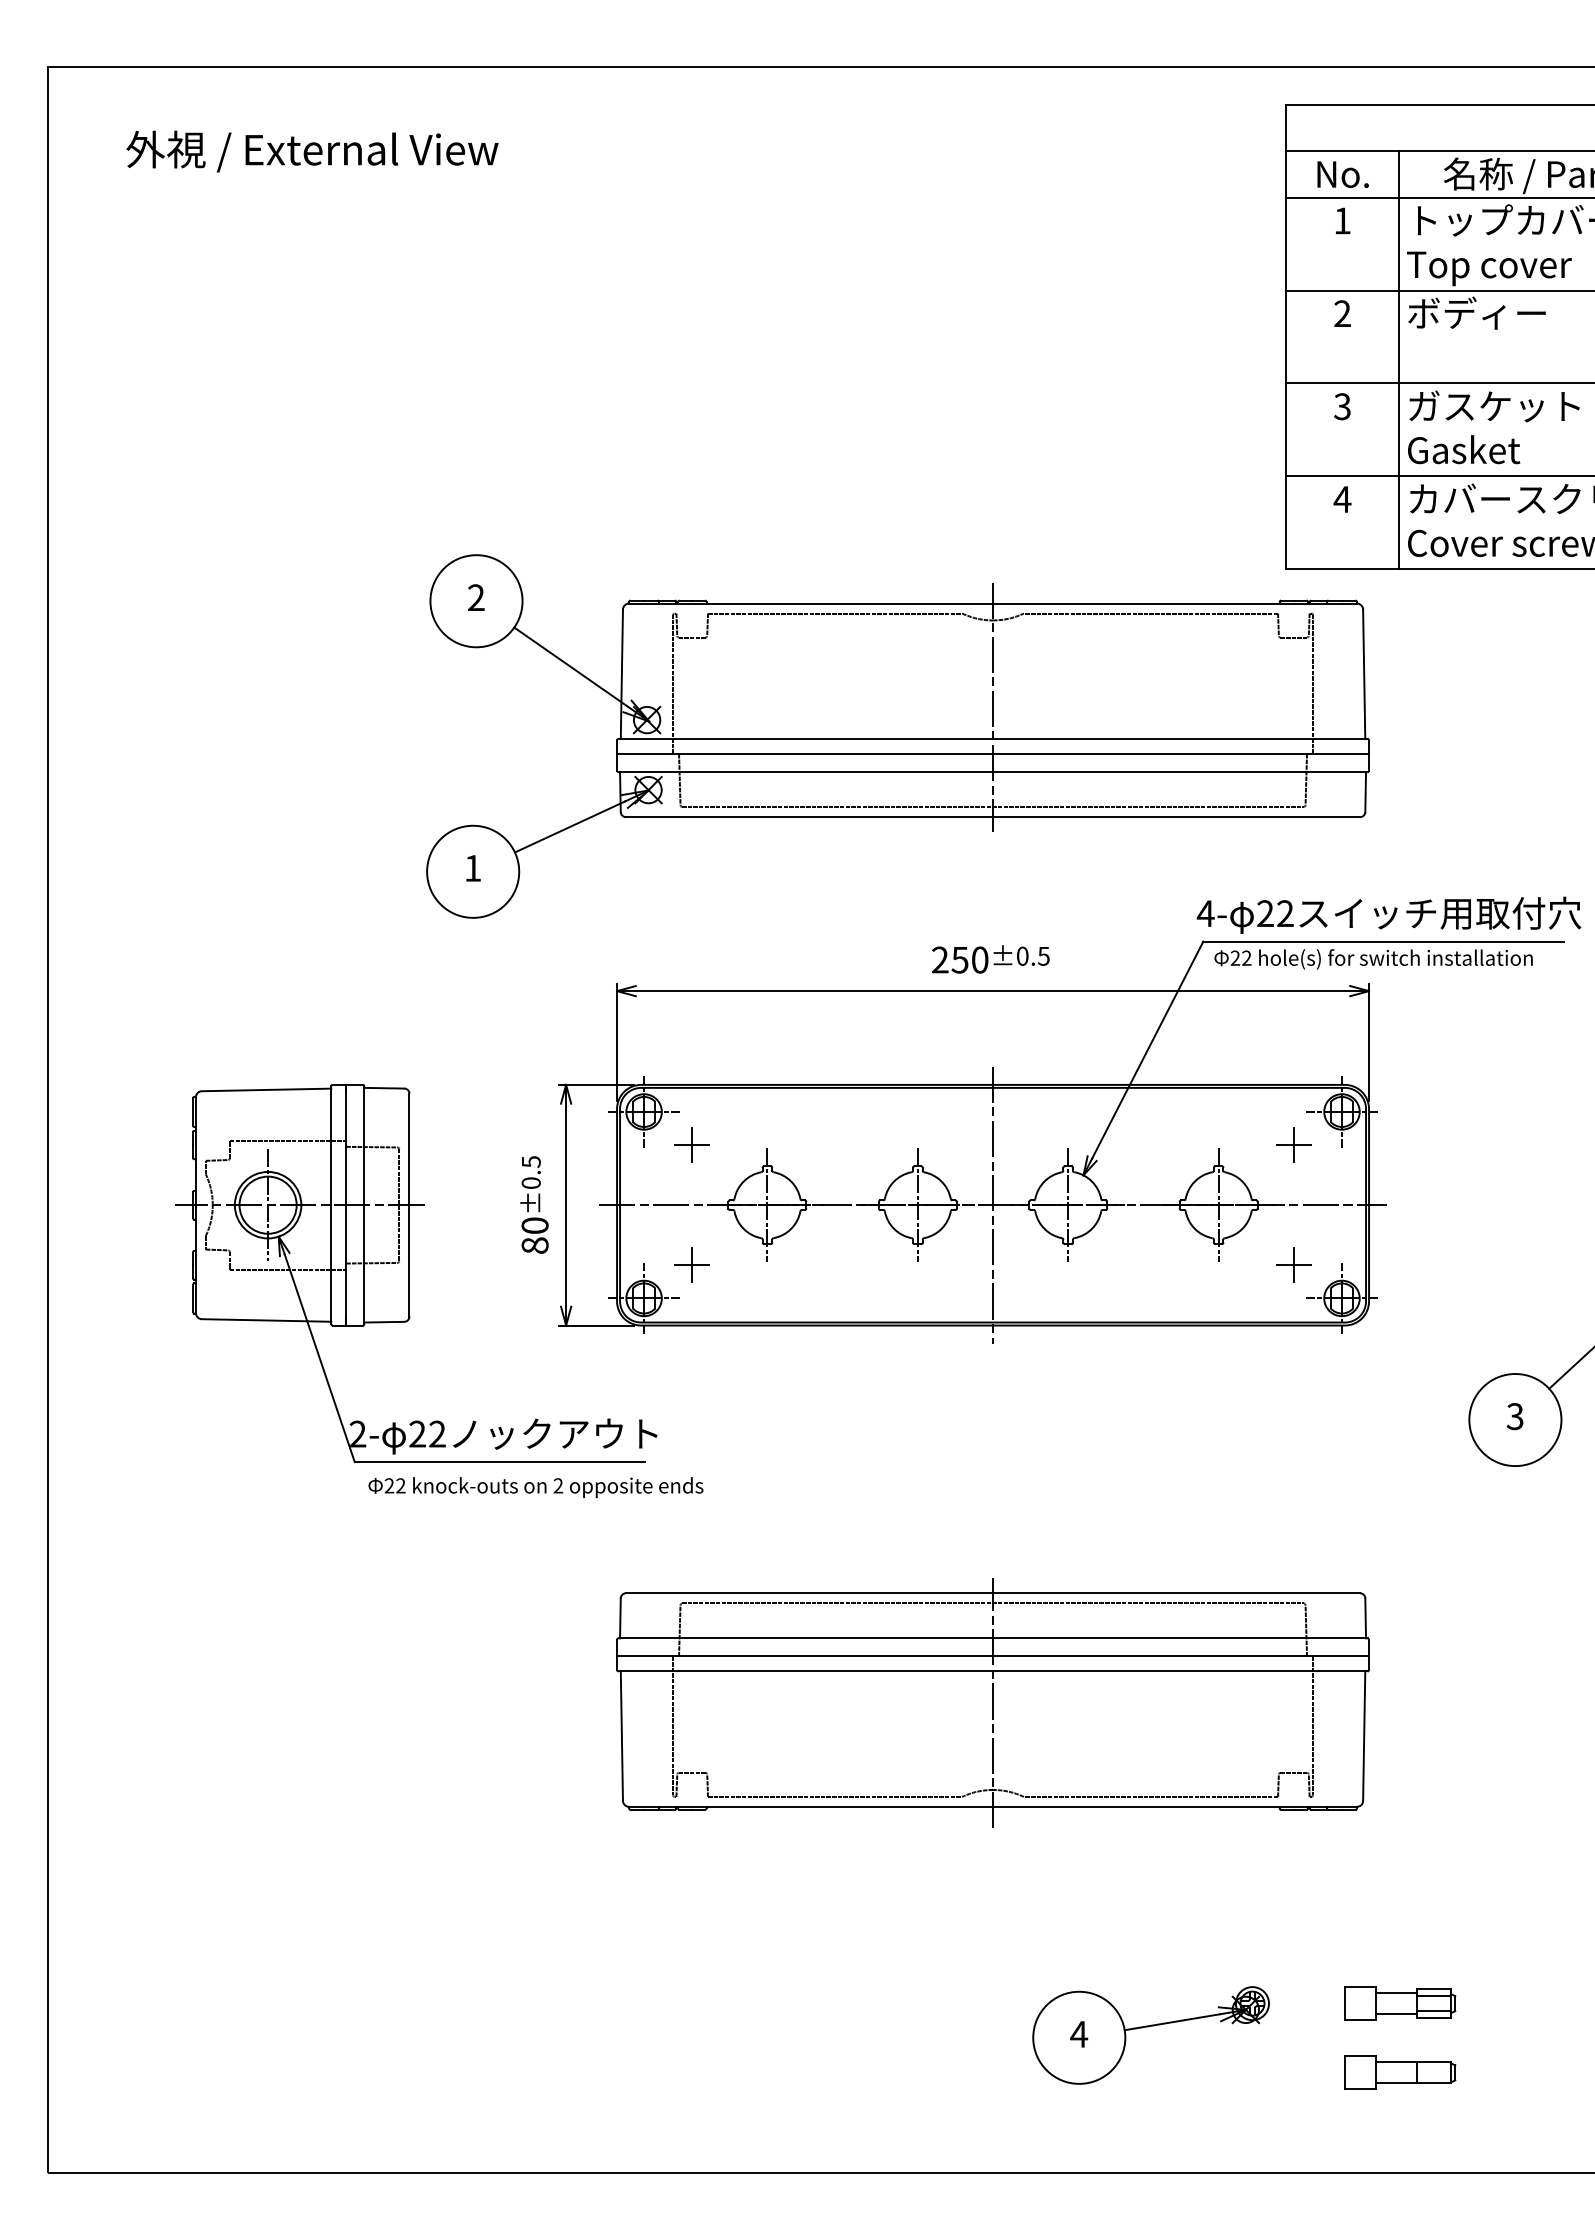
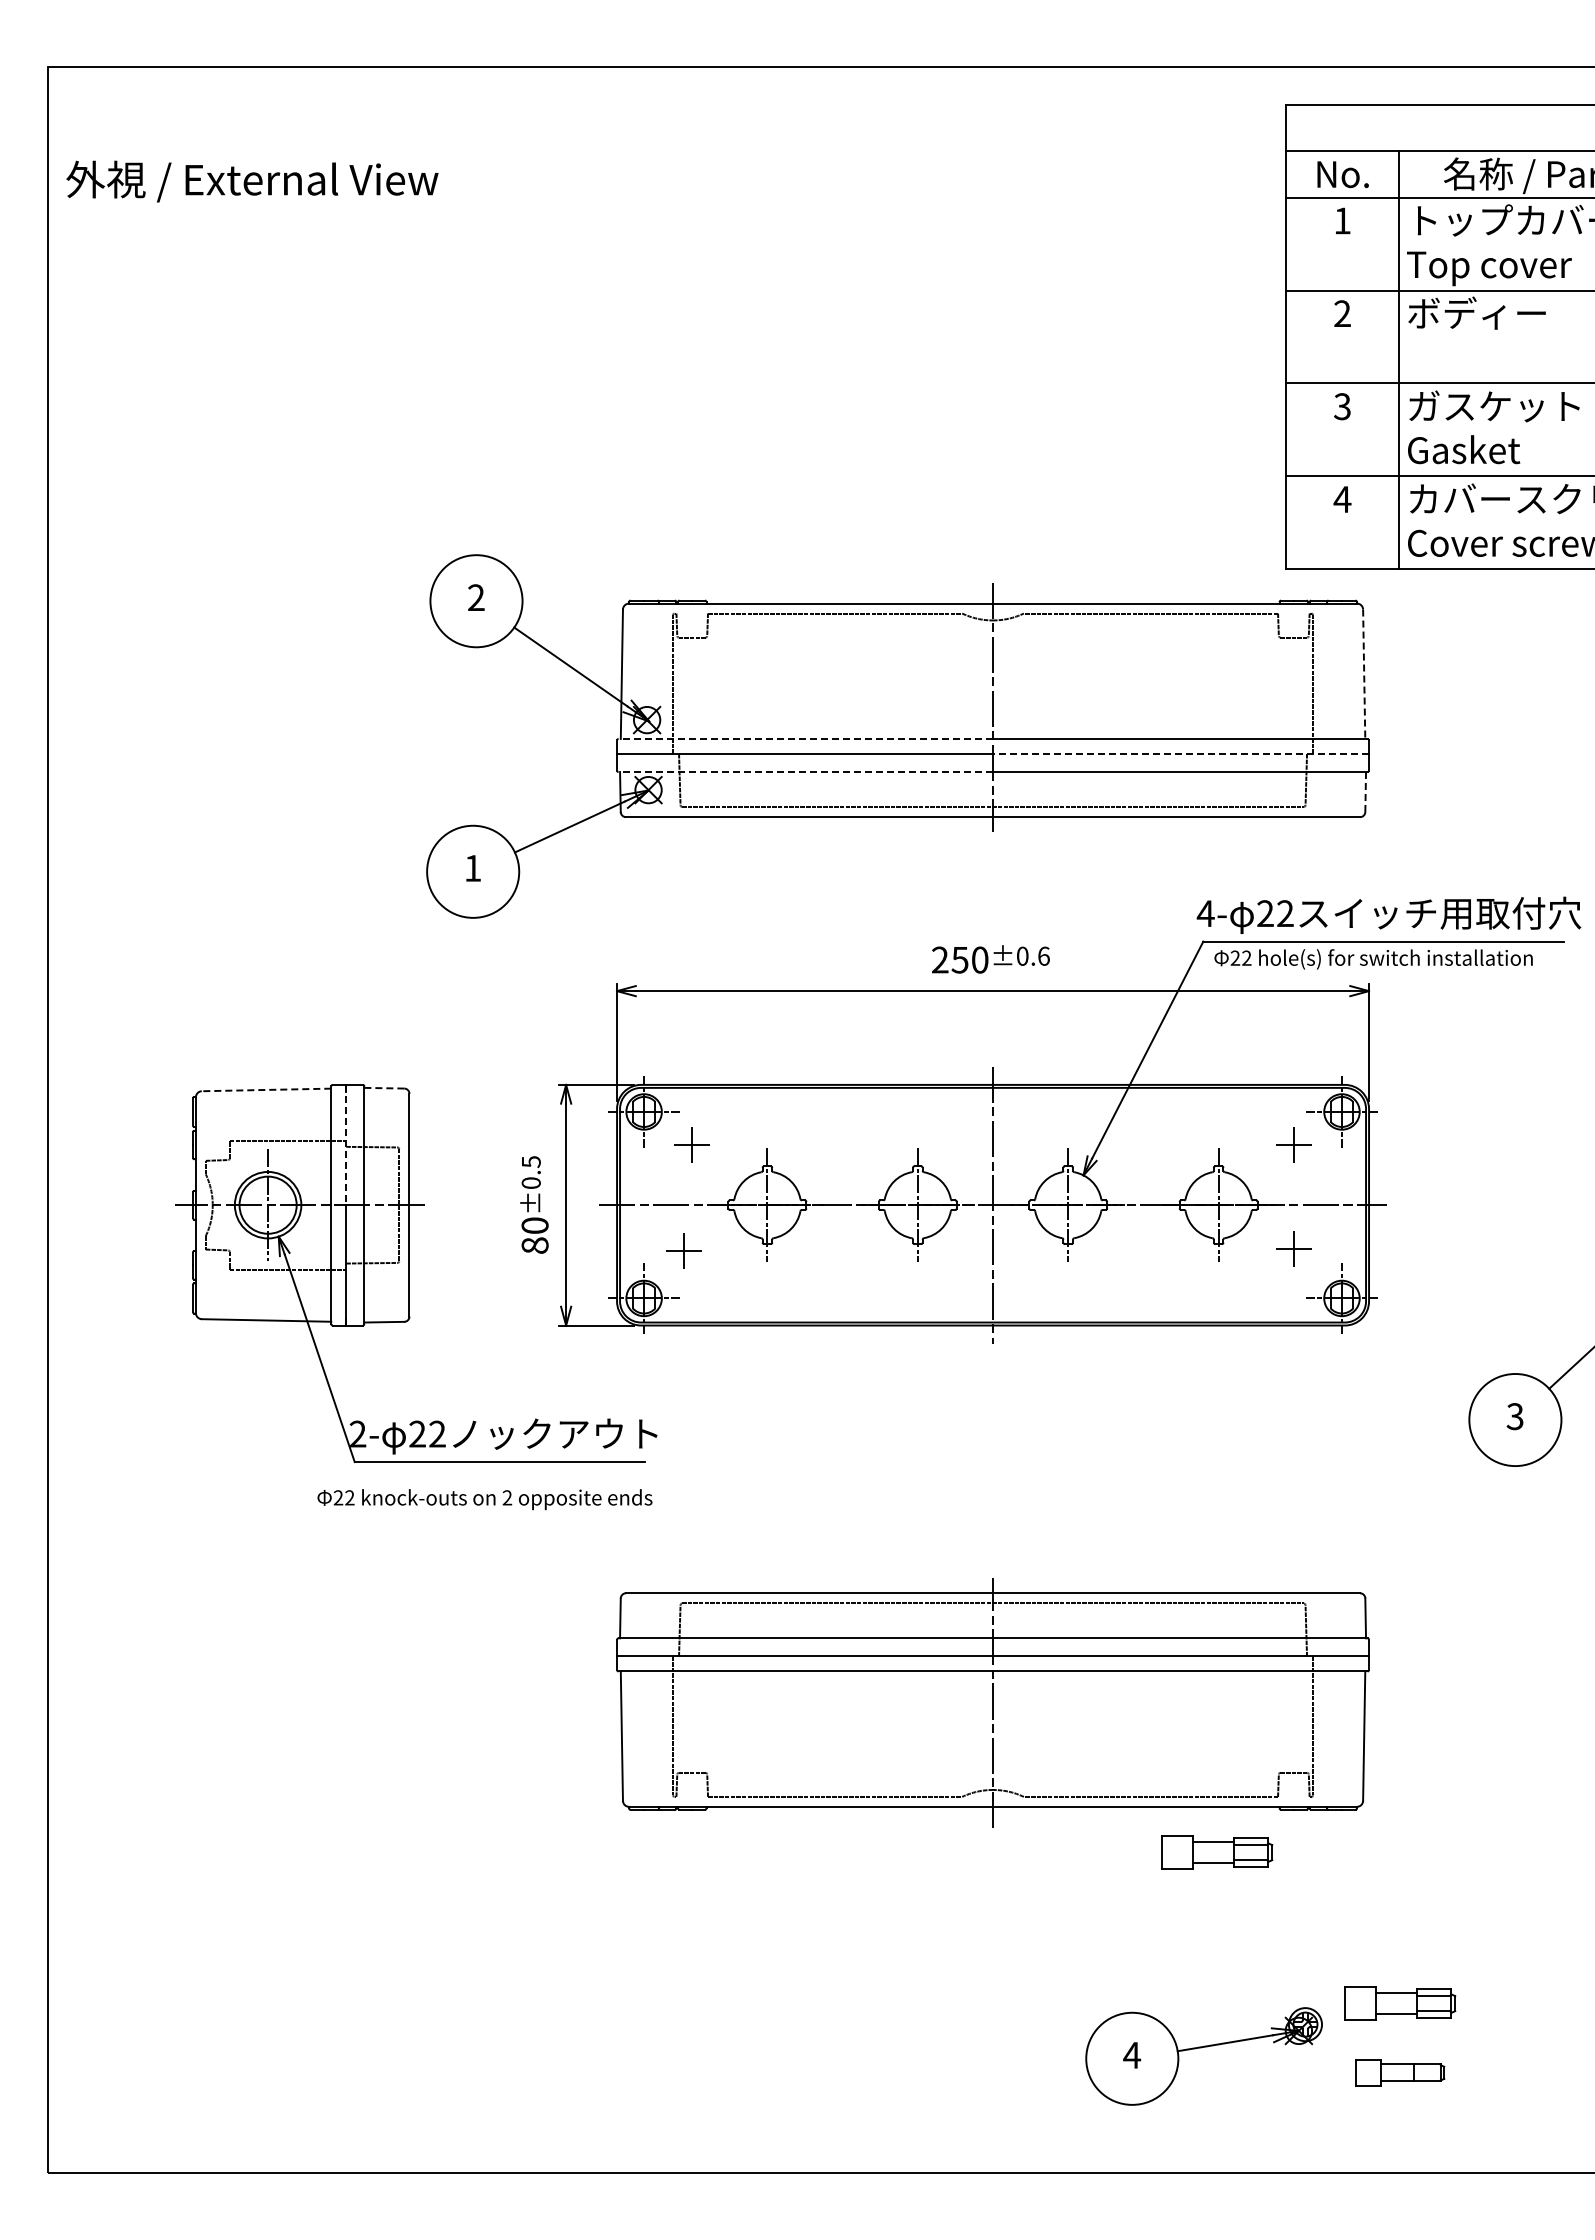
text at (312, 151) position: (312, 151) -> (252, 181)
line at (1364, 674): solid -> dashed
line at (805, 738): solid -> dashed
line at (1180, 754): solid -> dashed
line at (805, 772): solid -> dashed
line at (1365, 792): solid -> dashed
text at (1043, 955): ±0.5 -> ±0.6
line at (384, 1088): solid -> dashed
line at (266, 1089): solid -> dashed
line at (346, 1145): solid -> dashed
part at (691, 1264) position: (691, 1264) -> (683, 1250)
part at (1293, 1264) position: (1293, 1264) -> (1293, 1248)
text at (535, 1487) position: (535, 1487) -> (484, 1499)
part at (1217, 1852): none -> present
part at (1148, 2027) position: (1148, 2027) -> (1201, 2048)
part at (1400, 2072) size: 113x35 px -> 91x28 px
